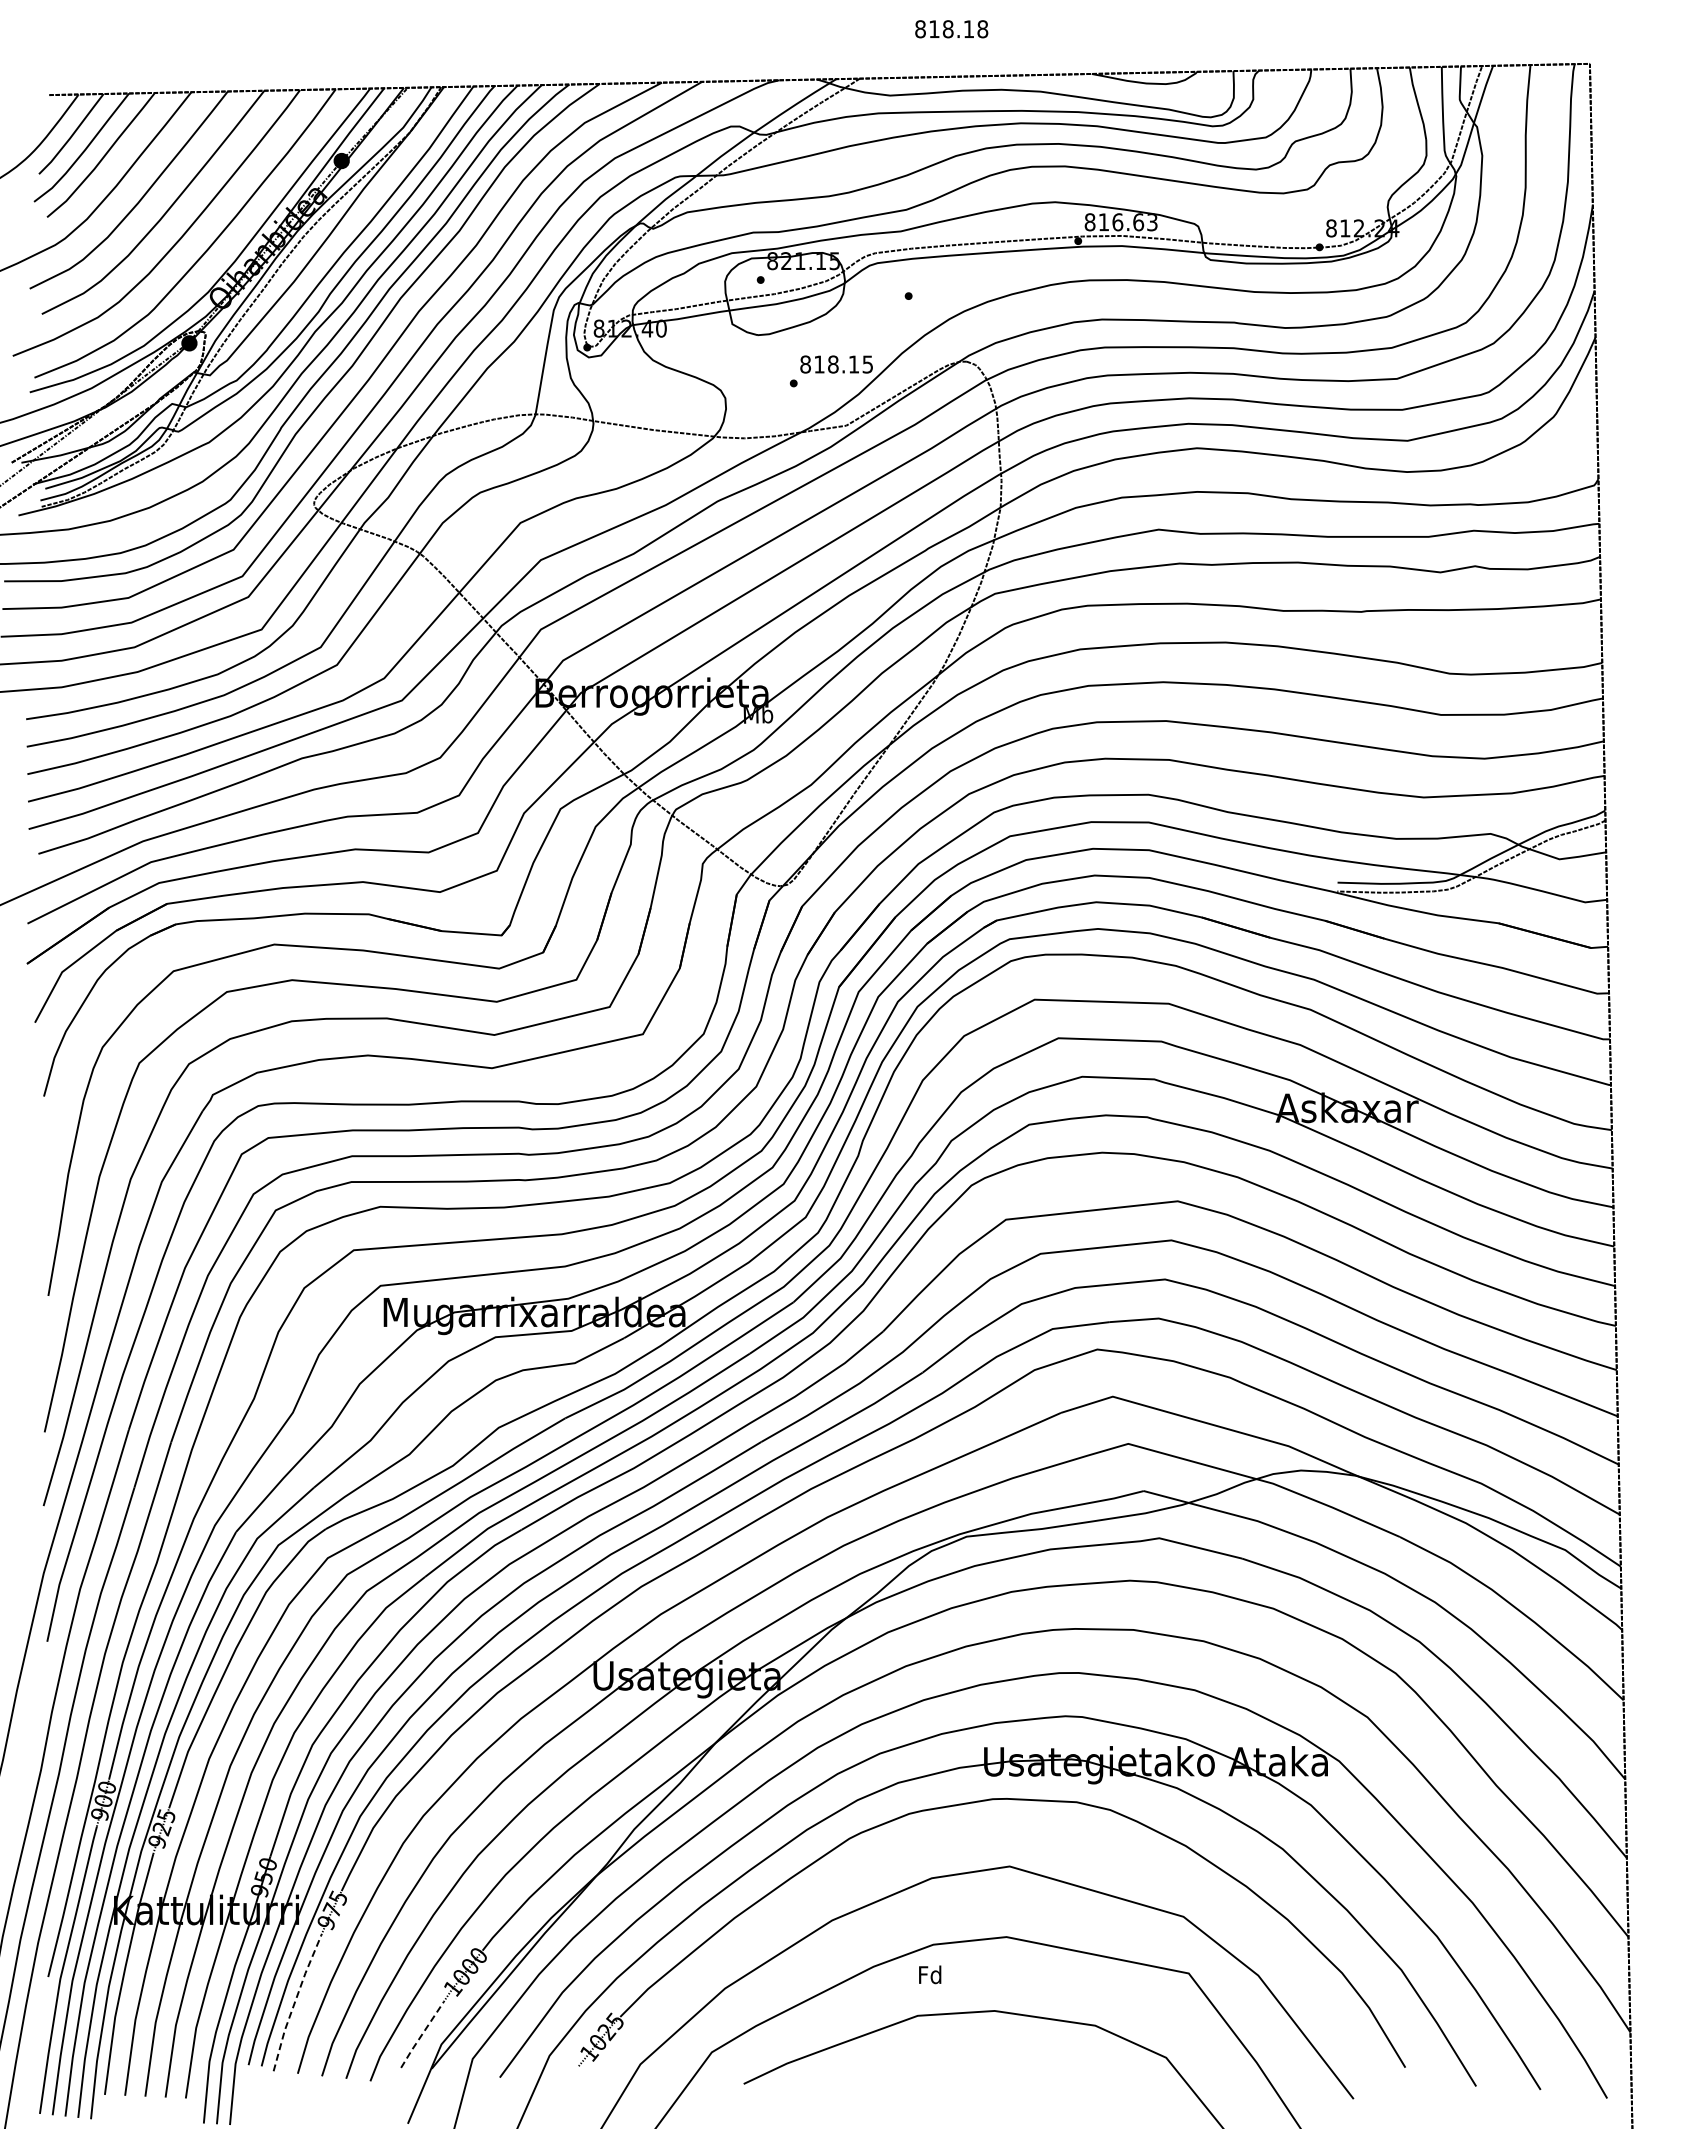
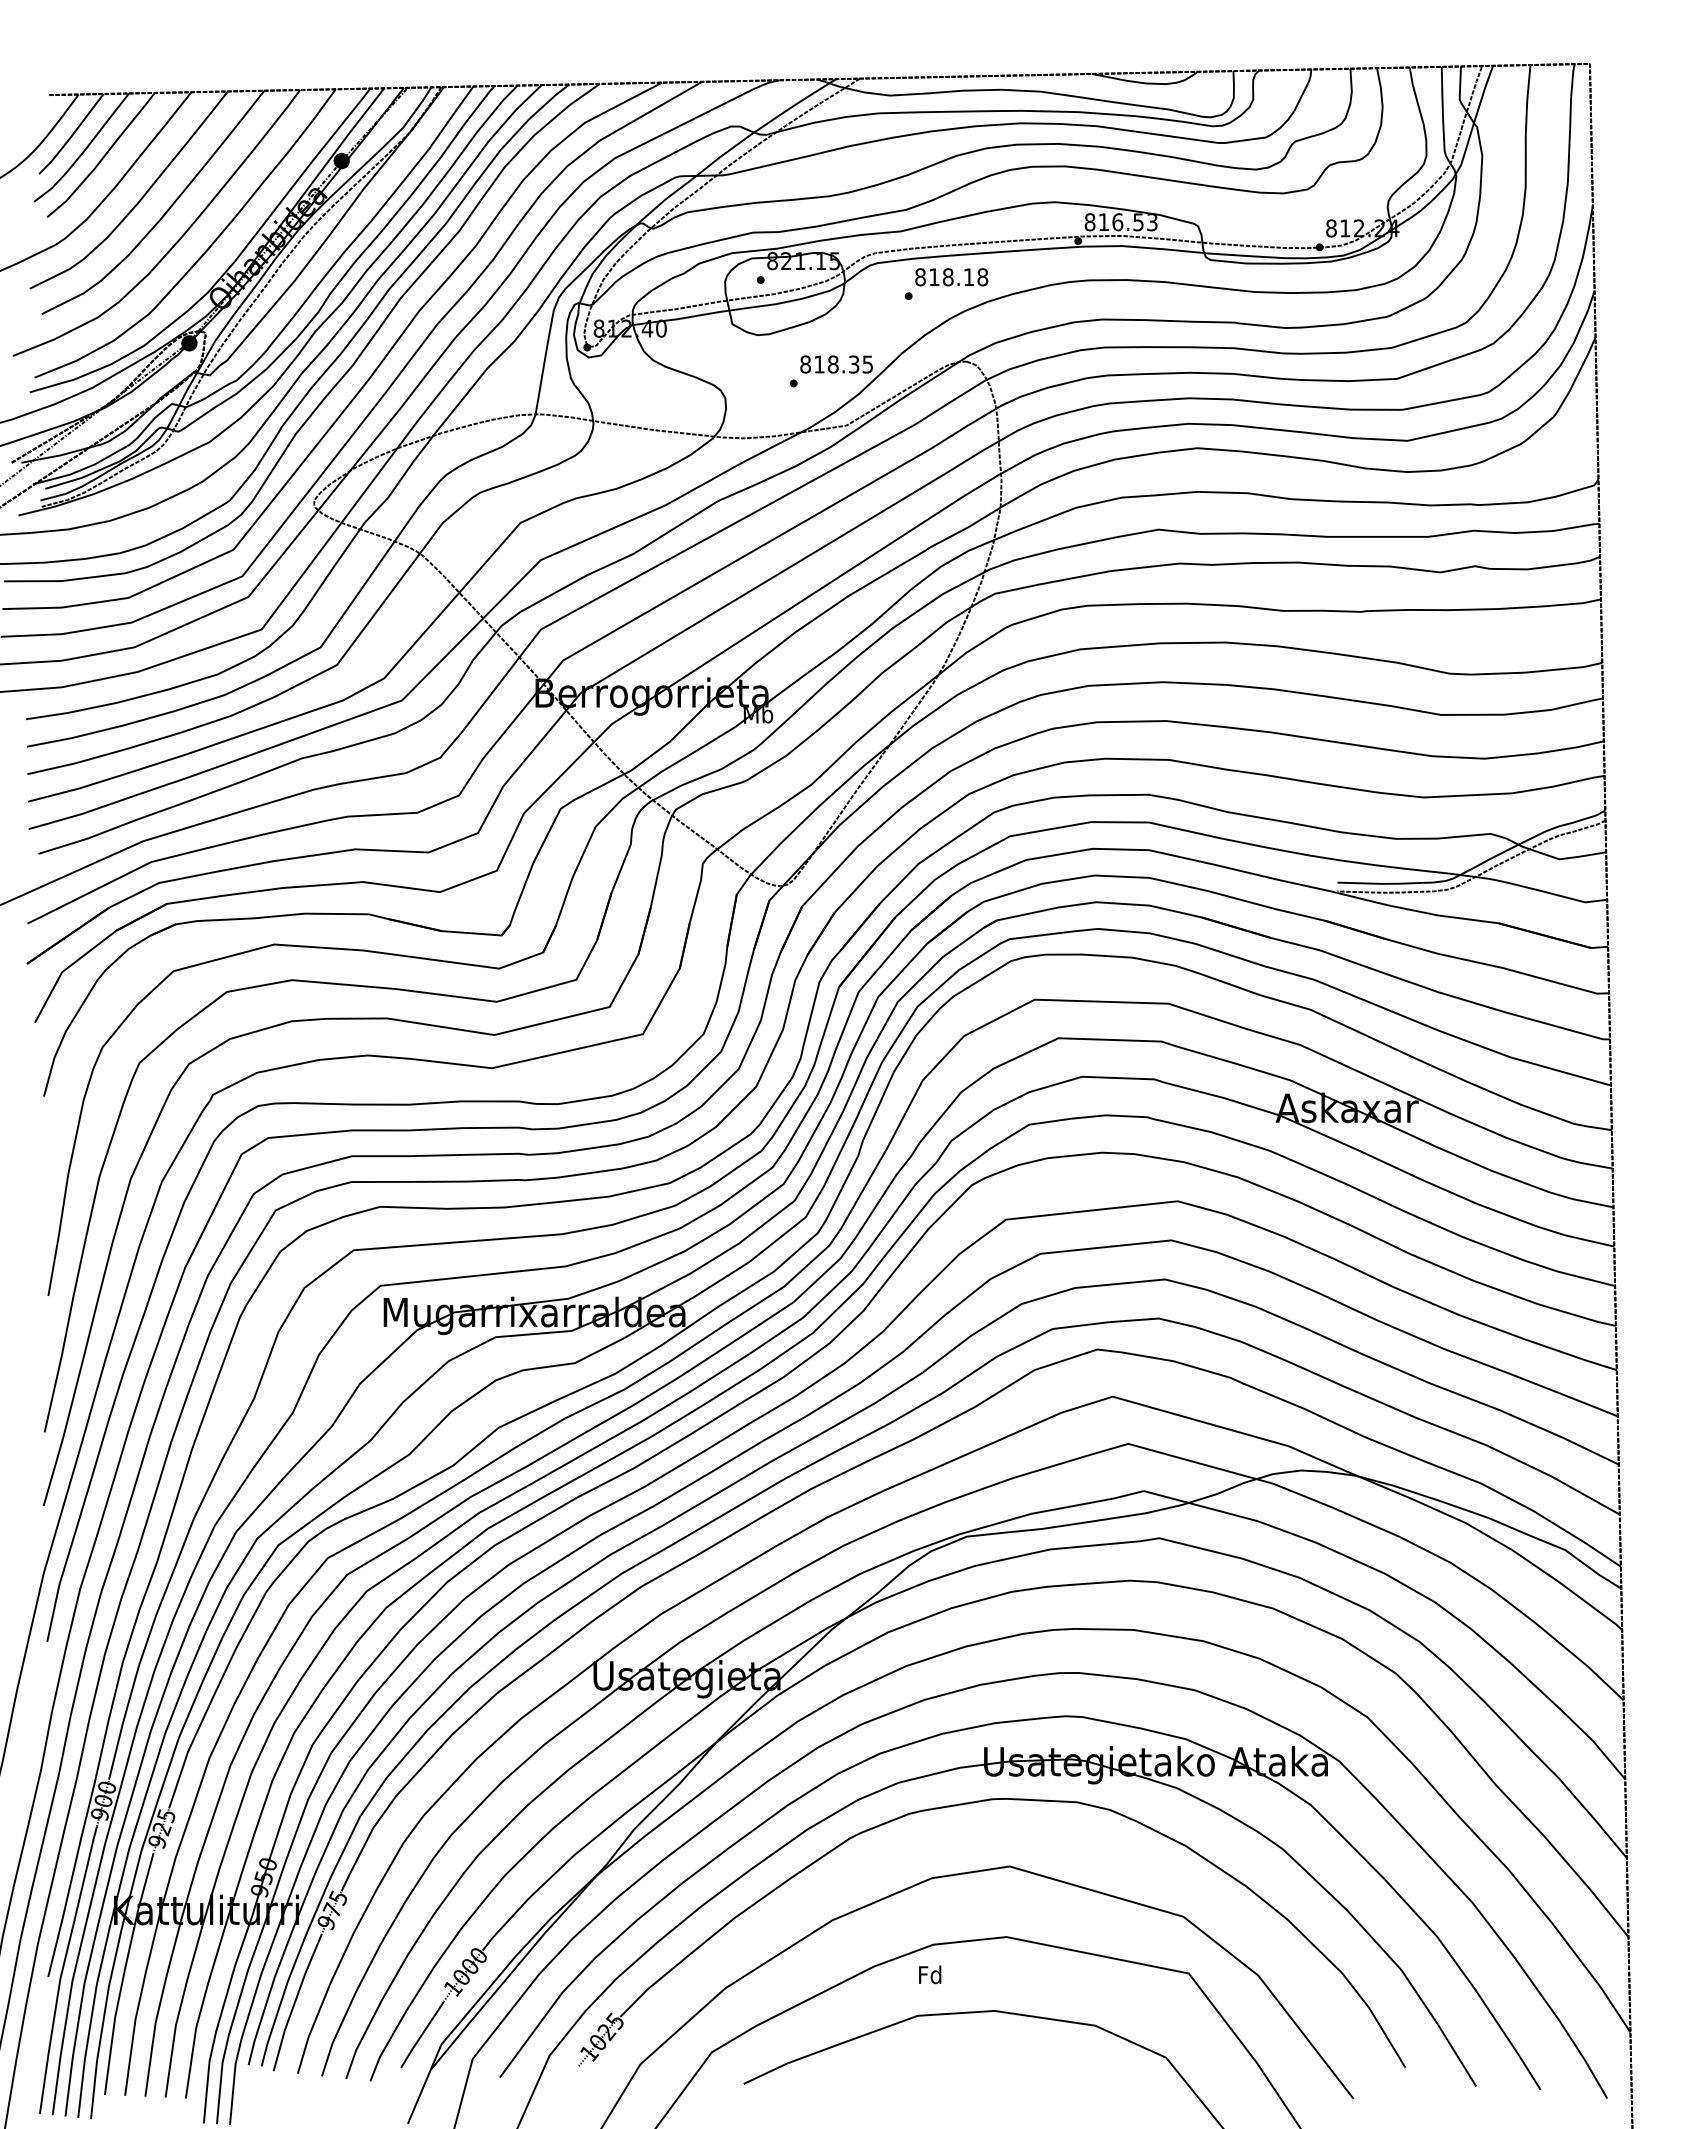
text at (951, 29) position: (951, 29) -> (951, 277)
text at (1138, 222): 816.63 -> 816.53
text at (853, 364): 818.15 -> 818.35
line at (294, 2002): dashed -> solid
line at (421, 2034): dashed -> solid
